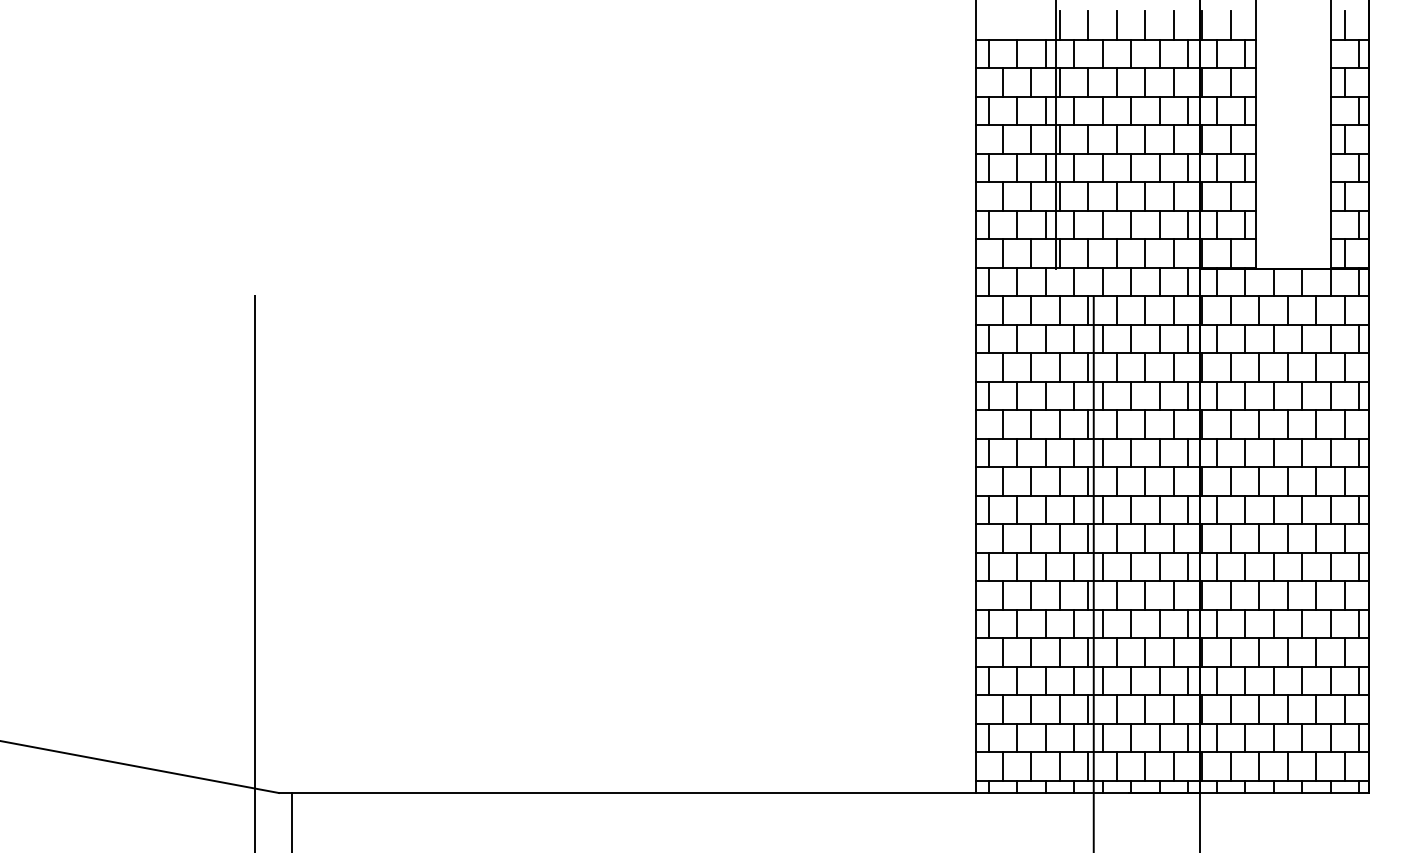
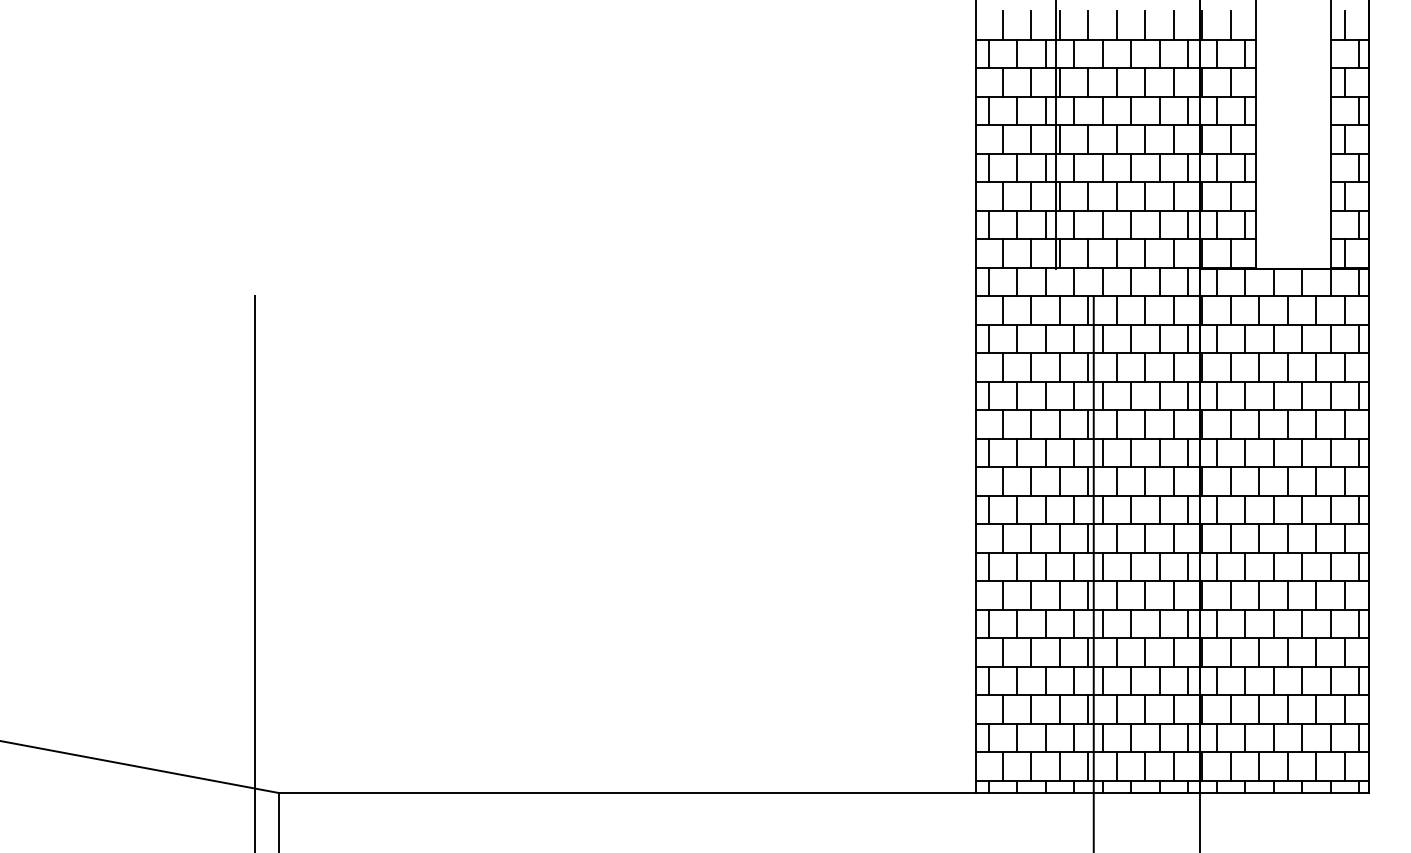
line at (1002, 25): none -> present
line at (1031, 25): none -> present
line at (292, 821) position: (292, 821) -> (279, 821)
